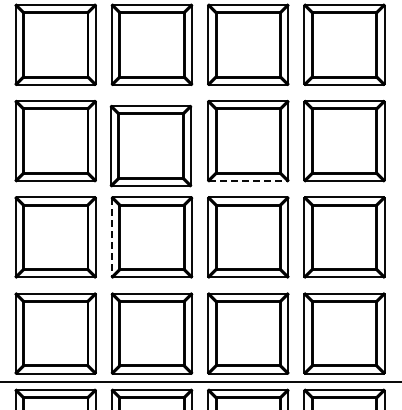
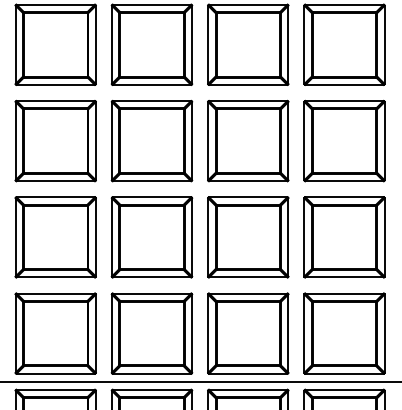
part at (150, 145) position: (150, 145) -> (151, 140)
line at (248, 181): dashed -> solid
line at (111, 237): dashed -> solid
